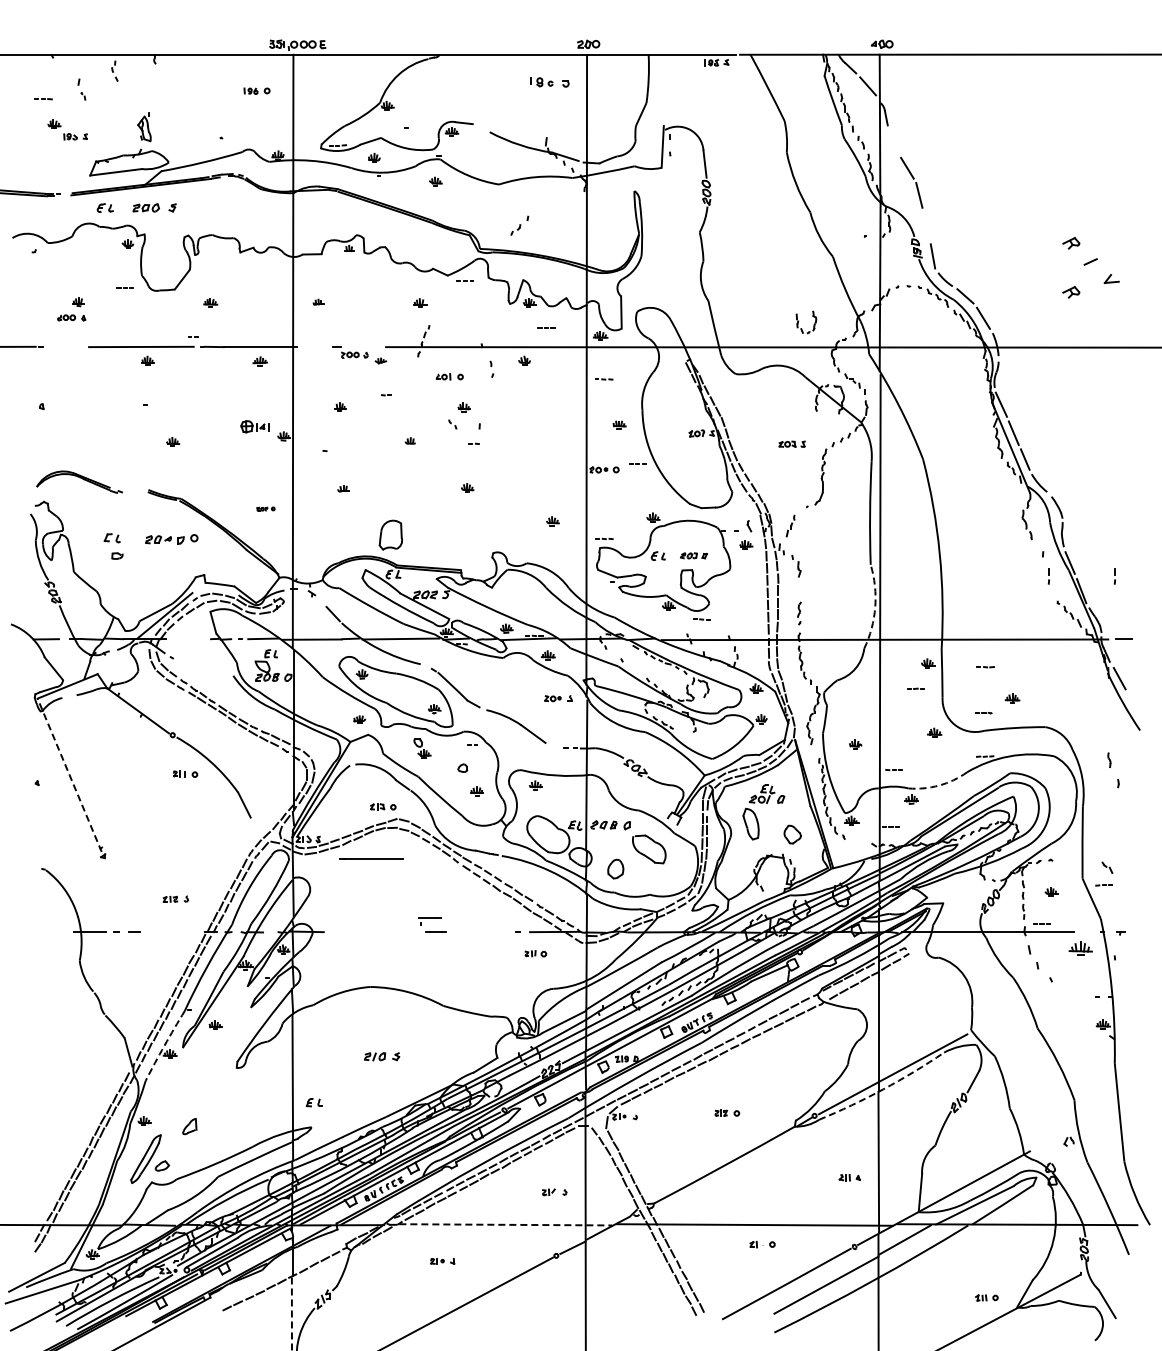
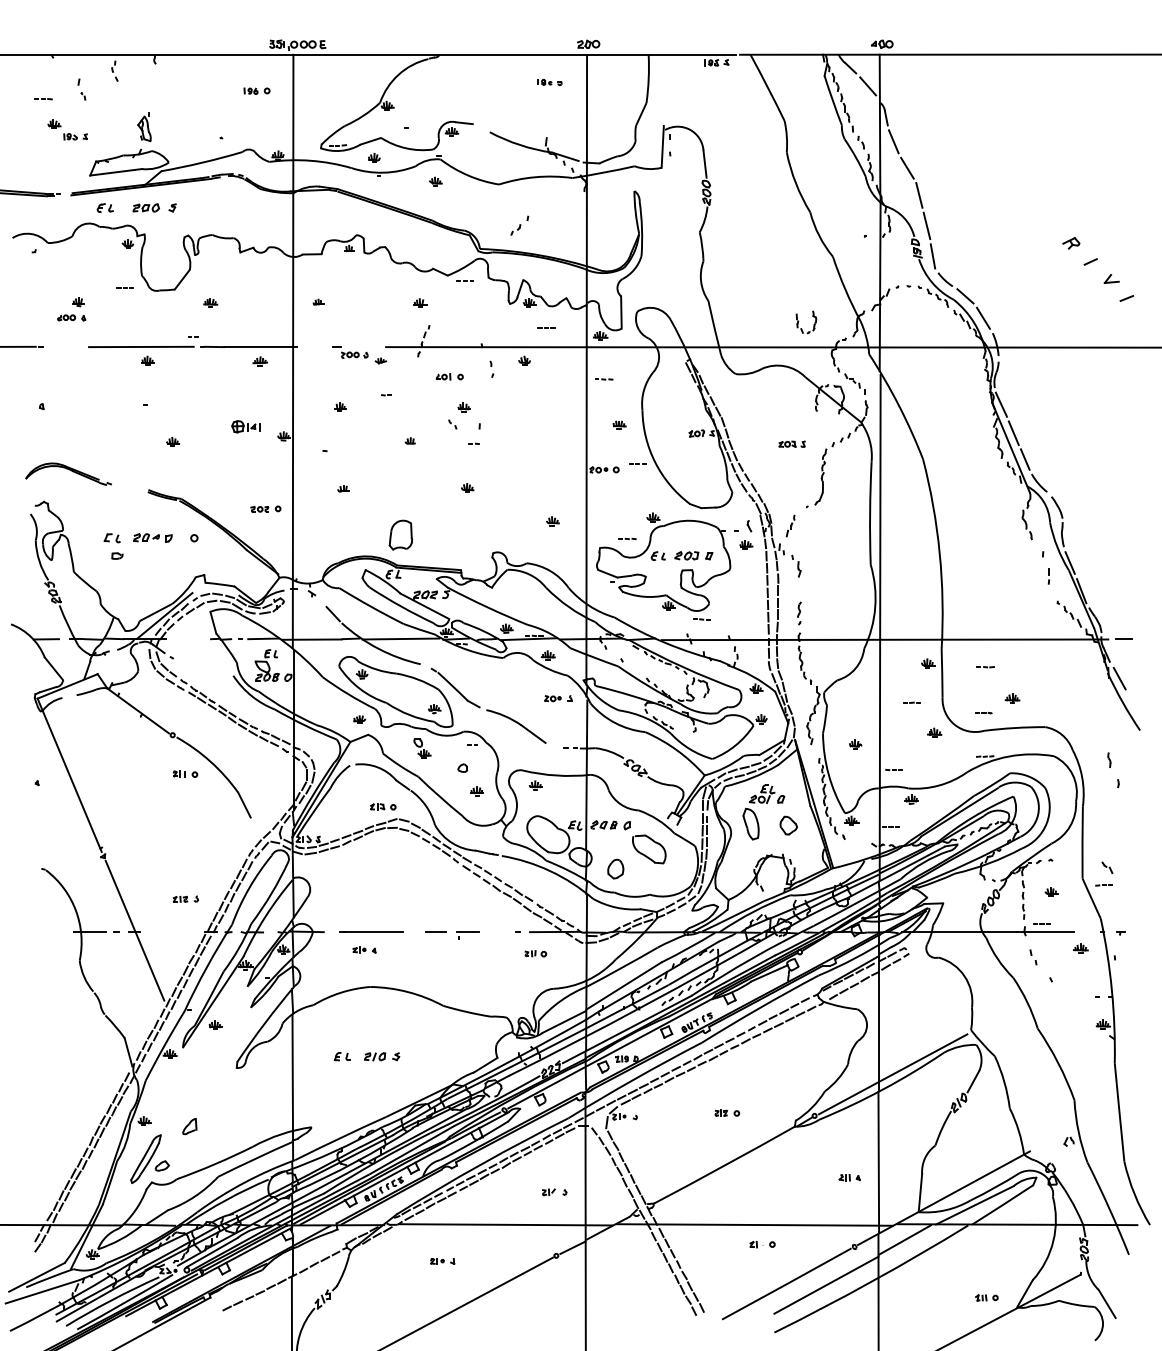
part at (549, 82) size: 40x11 px -> 26x7 px
line at (893, 141): none -> present
line at (926, 225): none -> present
part at (1071, 292): present -> none
line at (1126, 298): none -> present
part at (254, 426) position: (254, 426) -> (245, 426)
part at (79, 481) position: (79, 481) -> (68, 473)
part at (265, 508) size: 20x6 px -> 32x8 px
part at (390, 534) position: (390, 534) -> (400, 534)
line at (604, 538) position: (604, 538) -> (627, 538)
part at (164, 539) position: (164, 539) -> (152, 537)
part at (693, 555) size: 28x8 px -> 40x10 px
part at (1114, 576): present -> none
arc at (875, 607): dashed -> solid
line at (915, 688) position: (915, 688) -> (911, 702)
line at (69, 774): dashed -> solid
arc at (939, 785): dashed -> solid
part at (792, 834) position: (792, 834) -> (788, 825)
line at (371, 858) position: (371, 858) -> (371, 931)
part at (175, 898) position: (175, 898) -> (185, 898)
part at (429, 921) position: (429, 921) -> (467, 935)
line at (134, 930): none -> present
part at (1080, 948) size: 25x15 px -> 16x11 px
part at (364, 949): none -> present
part at (1033, 957) size: 13x25 px -> 9x17 px
arc at (164, 1045): dashed -> solid
arc at (883, 1089): dashed -> solid
part at (313, 1102) position: (313, 1102) -> (341, 1056)
line at (506, 1224): dashed -> solid
line at (291, 1314): dashed -> solid
